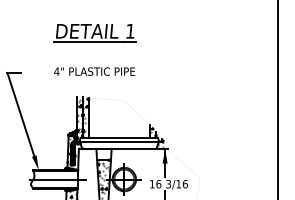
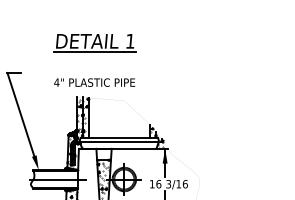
part at (94, 33) position: (94, 33) -> (94, 43)
text at (94, 71) position: (94, 71) -> (94, 82)
line at (277, 99): present -> none
